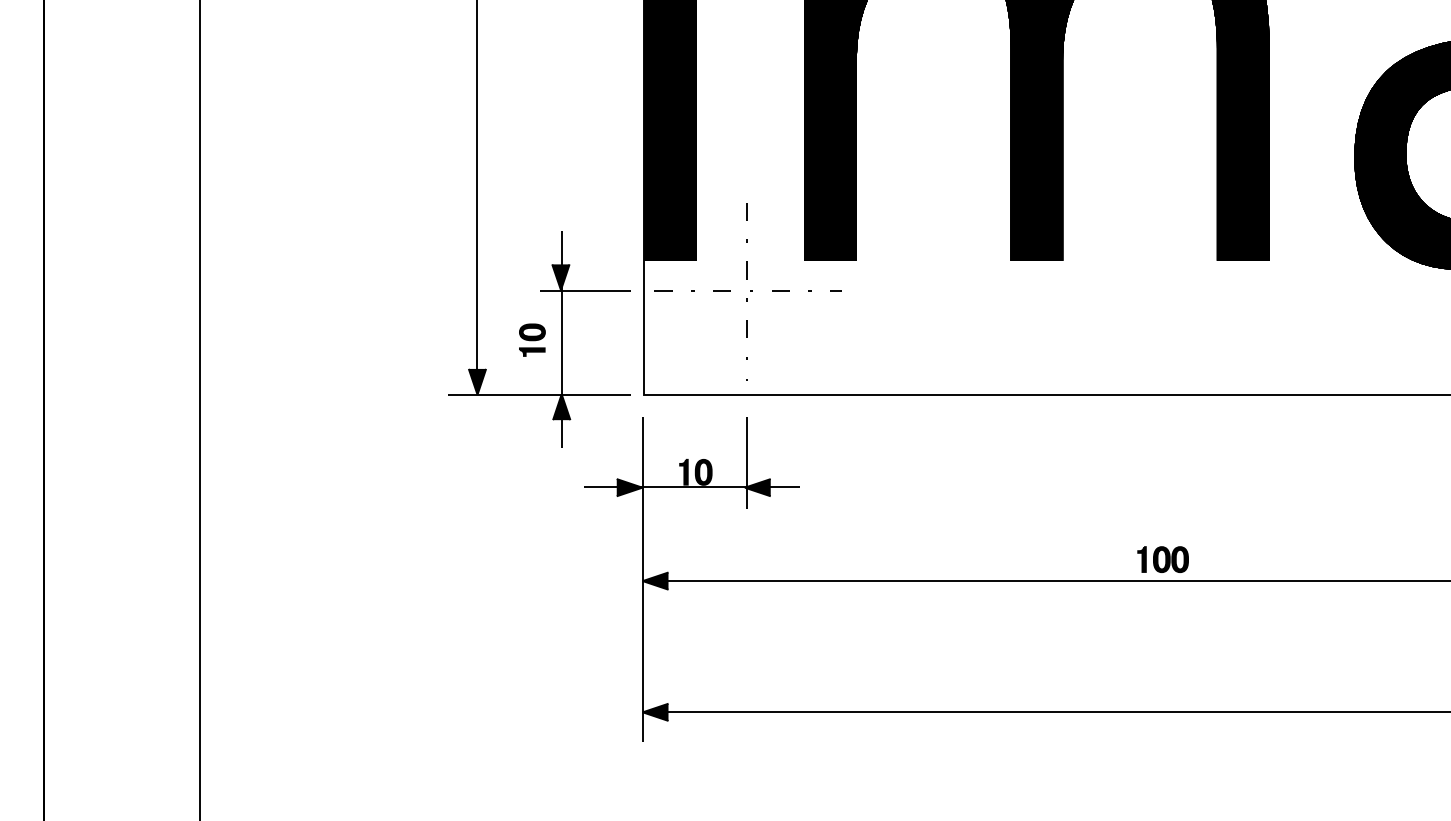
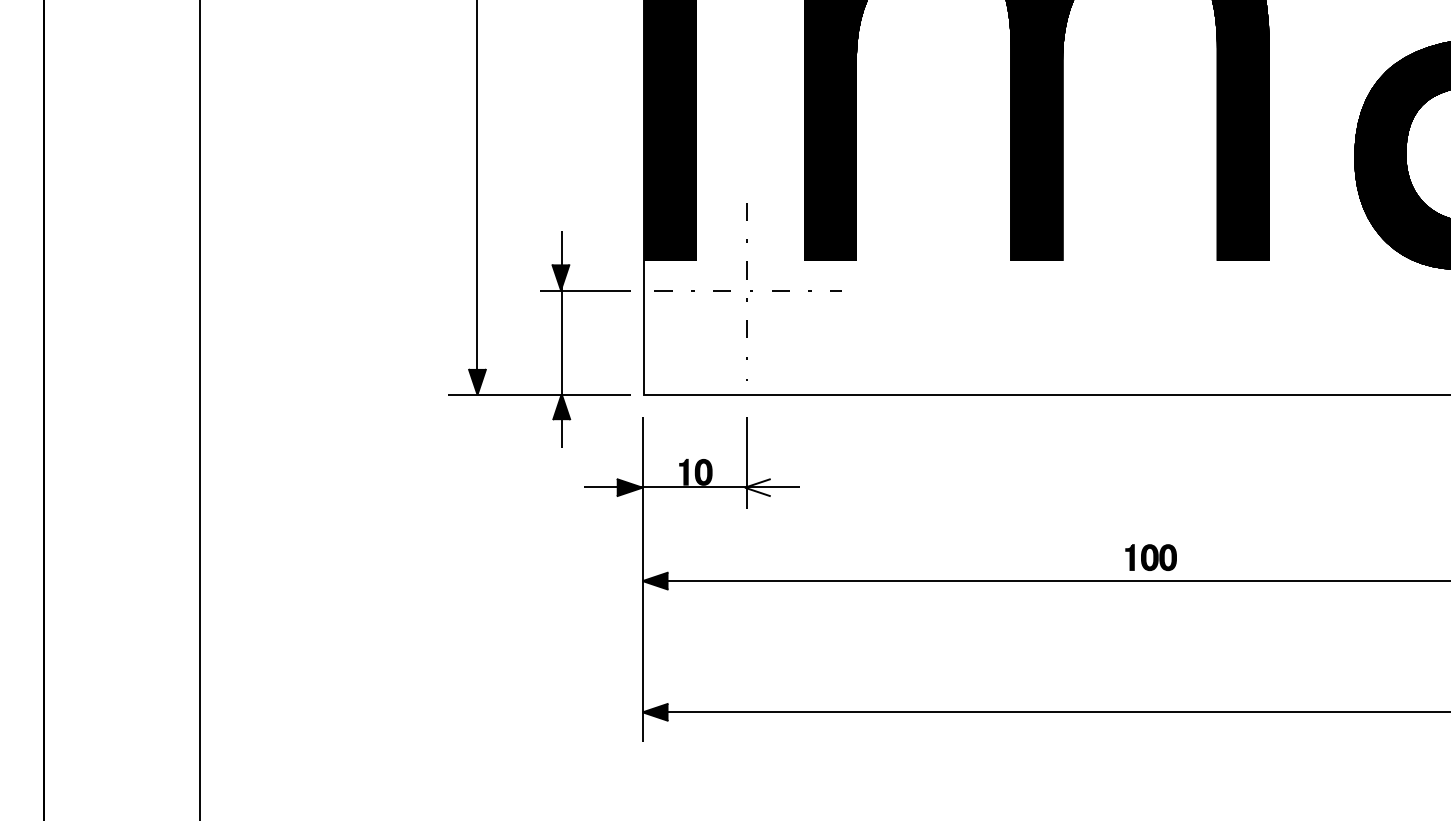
part at (532, 339): present -> none
fill at (757, 487): present -> none
part at (1162, 559) position: (1162, 559) -> (1150, 557)
